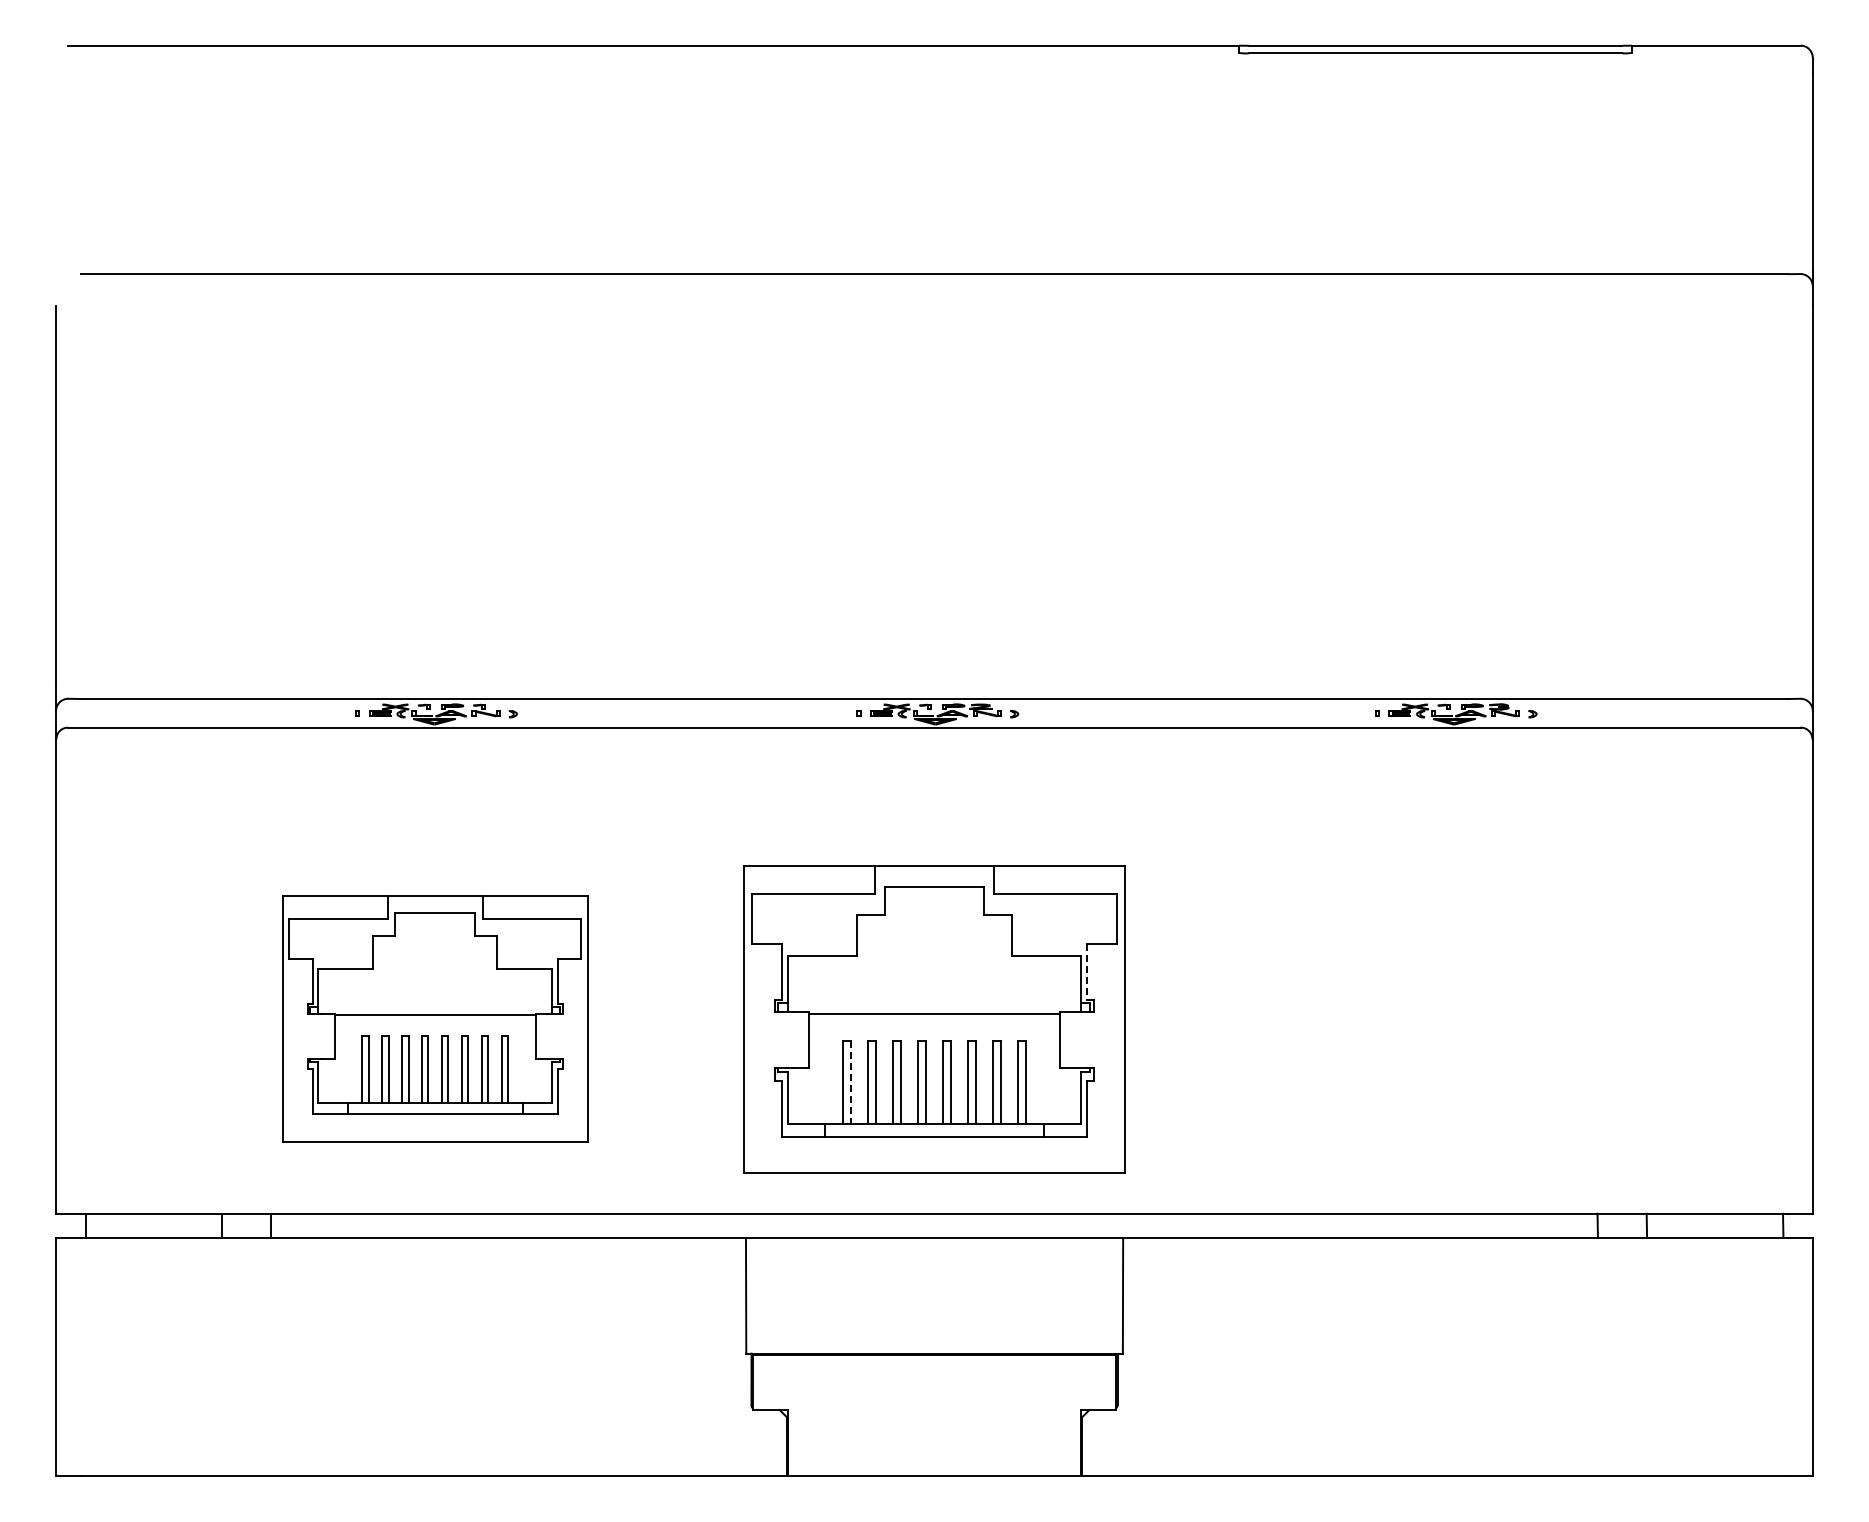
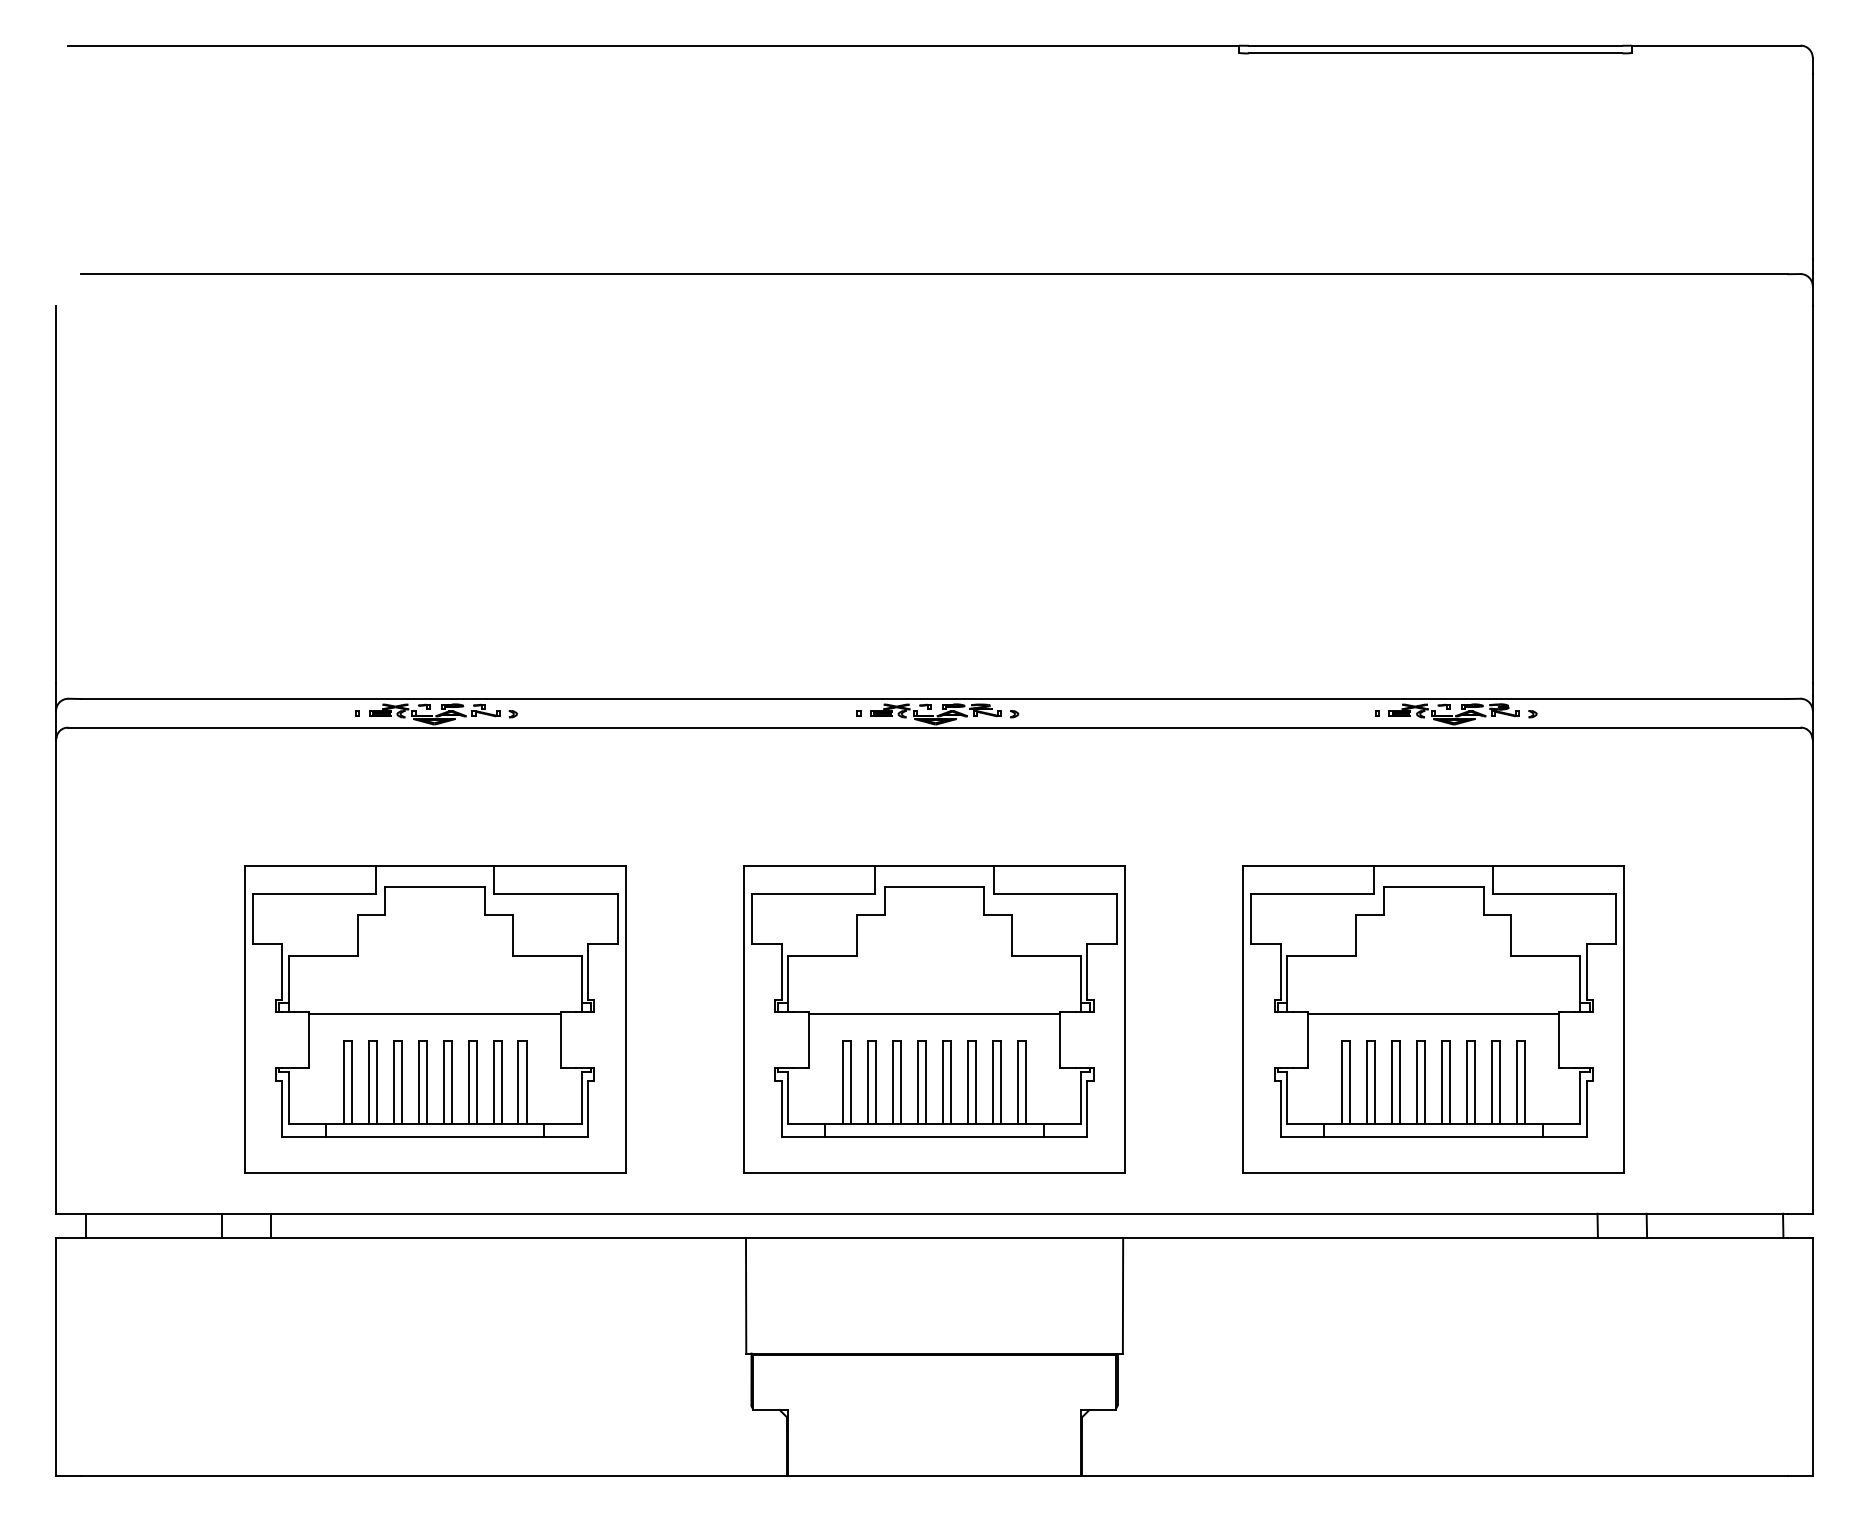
line at (1087, 972): dashed -> solid
part at (435, 1018) size: 307x248 px -> 383x309 px
part at (1433, 1019): none -> present
line at (851, 1082): dashed -> solid
